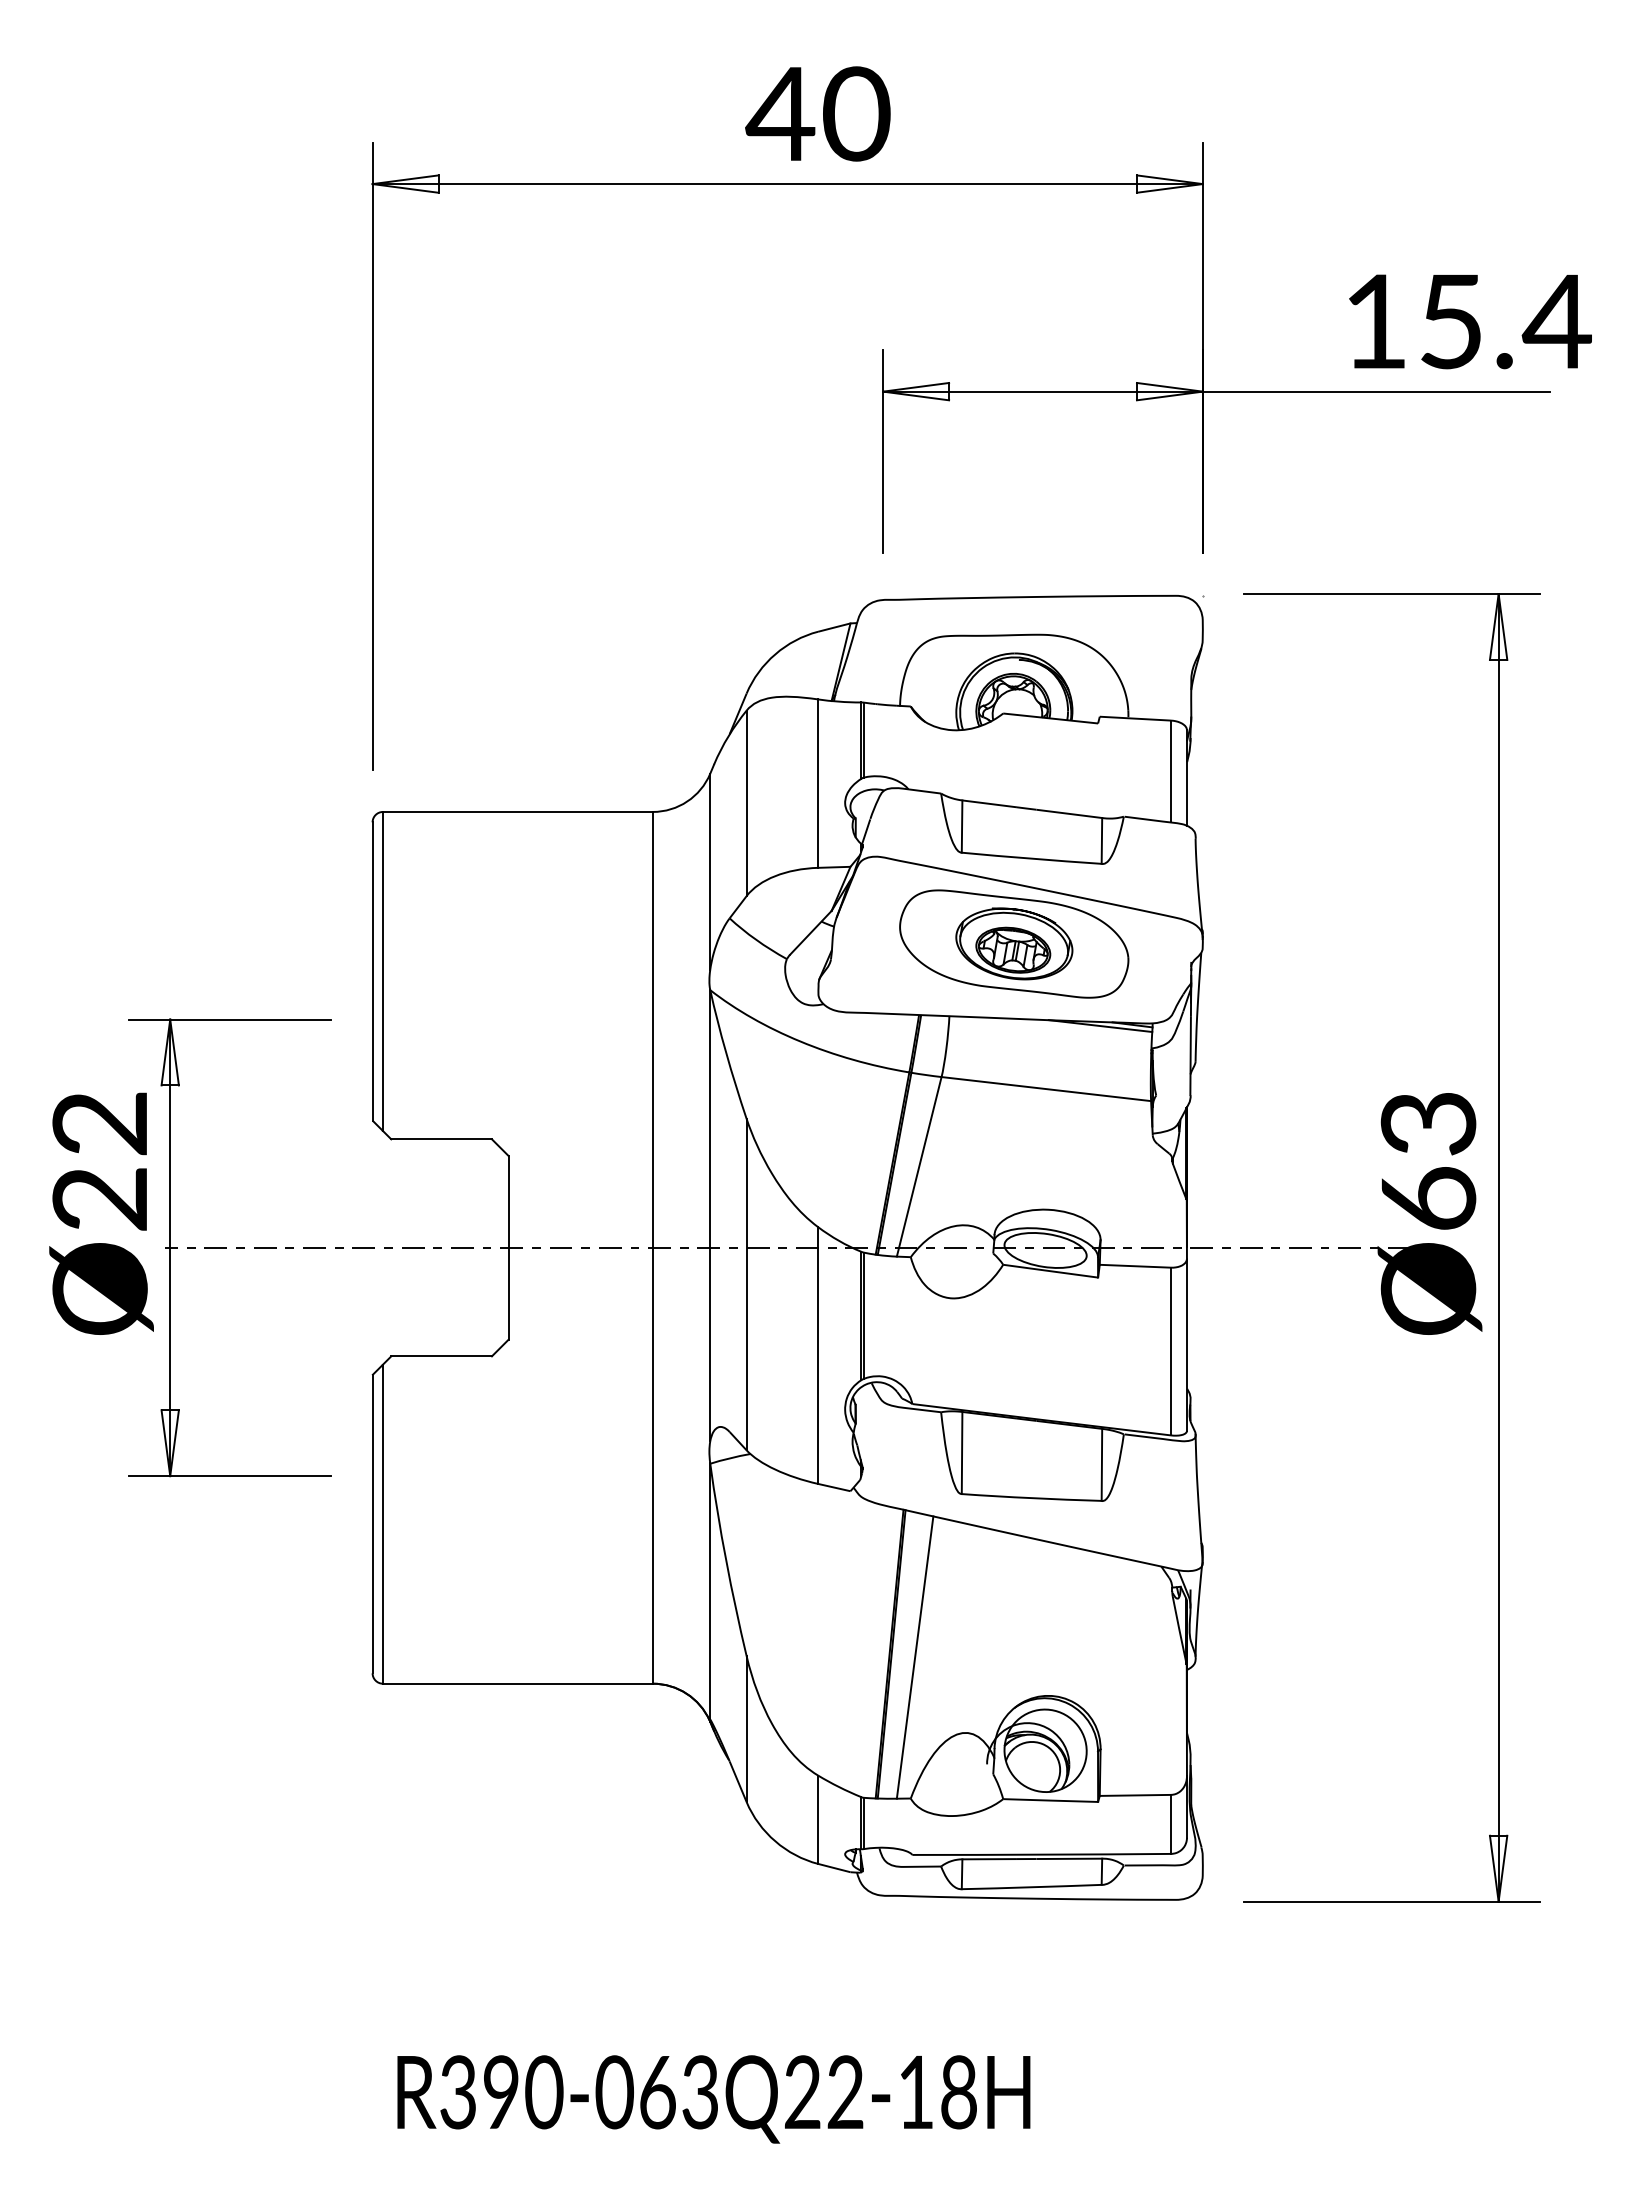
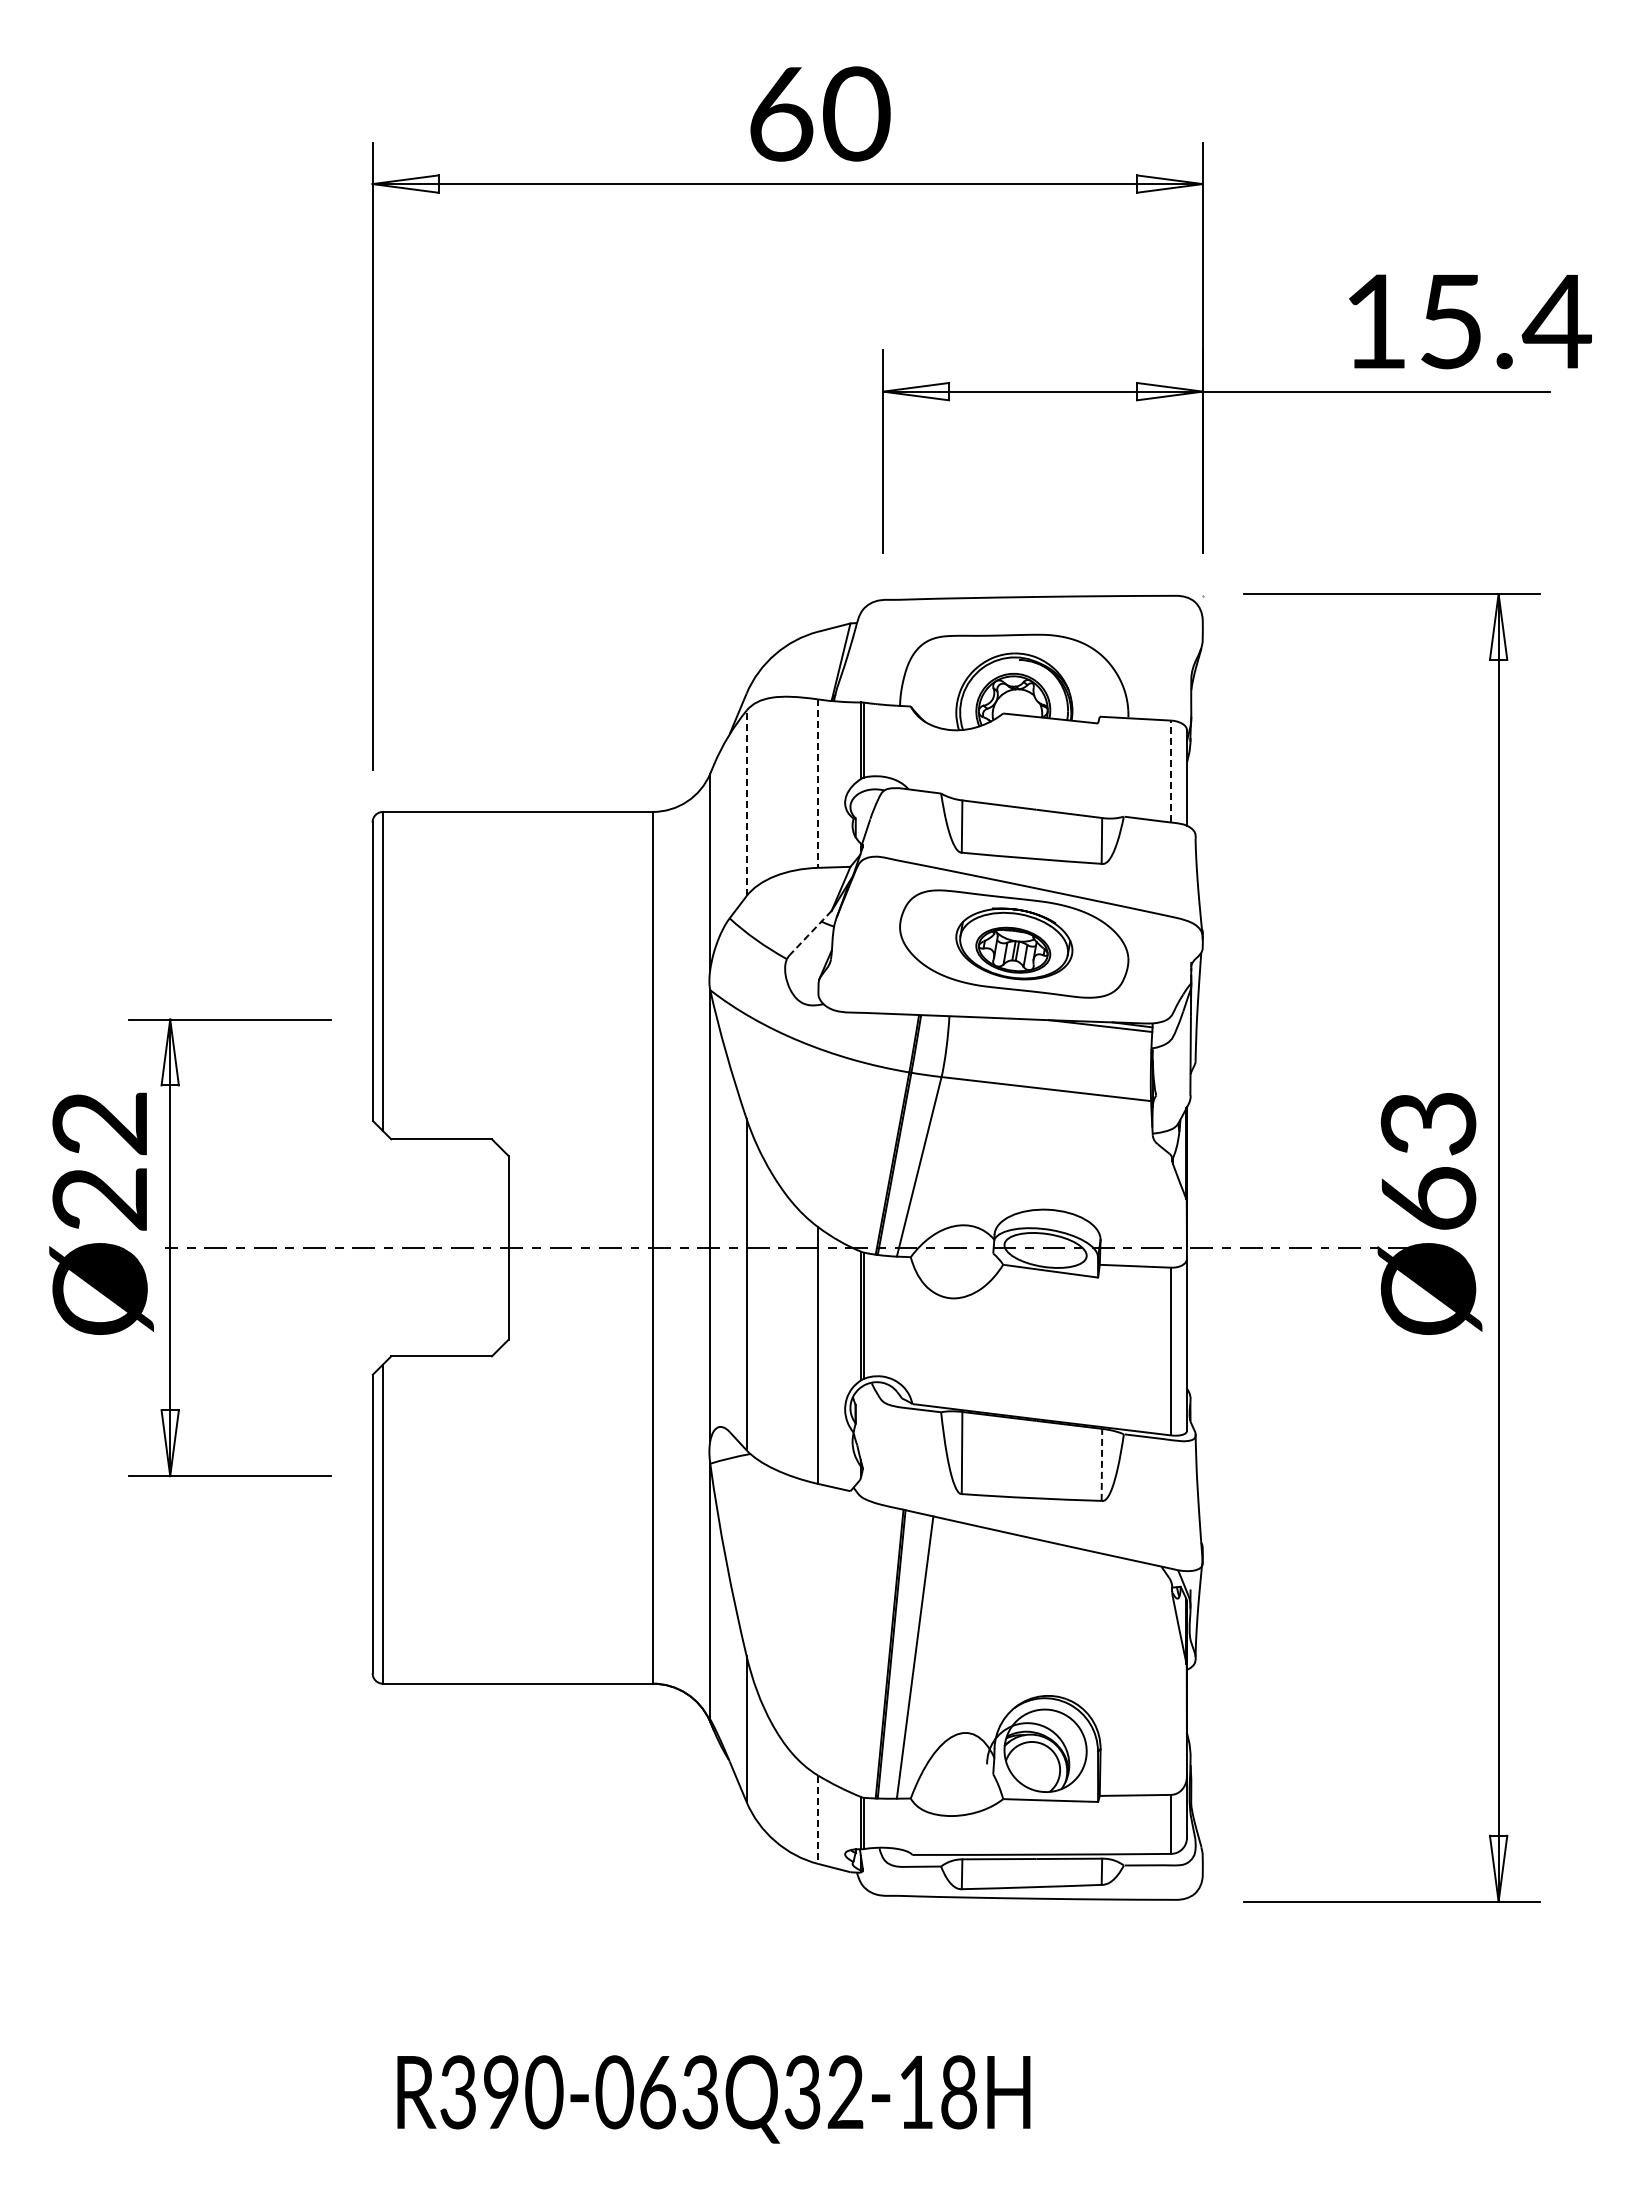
text at (780, 114): 40 -> 60
line at (1171, 771): solid -> dashed
line at (818, 784): solid -> dashed
line at (746, 803): solid -> dashed
line at (810, 933): solid -> dashed
line at (1101, 1464): solid -> dashed
line at (818, 1820): solid -> dashed
text at (802, 2092): R390-063Q22-18H -> R390-063Q32-18H
